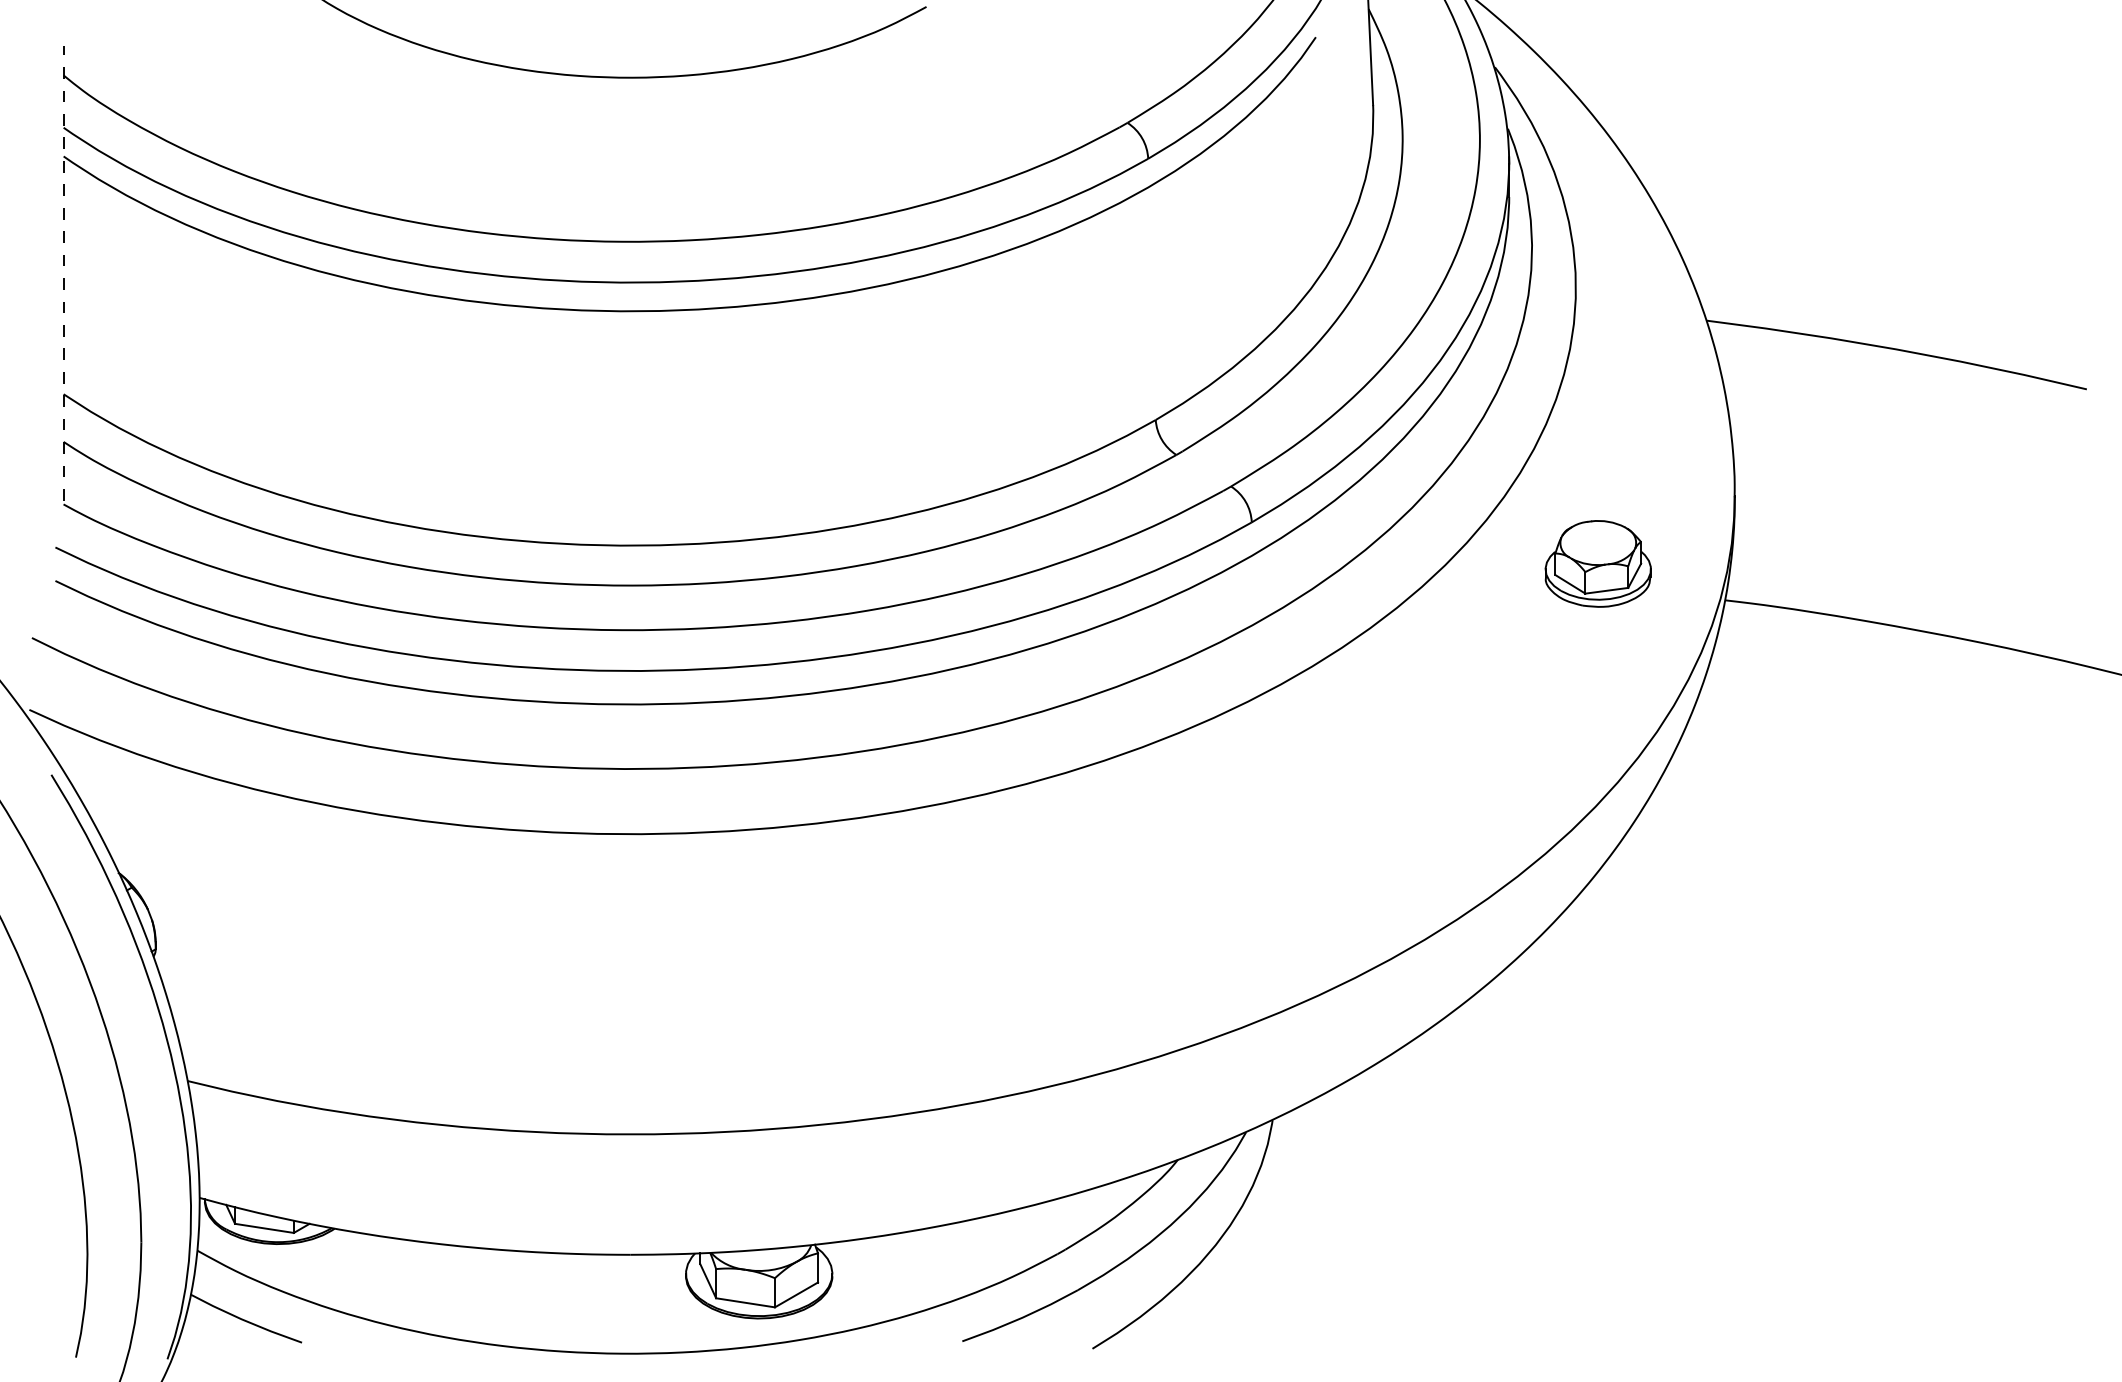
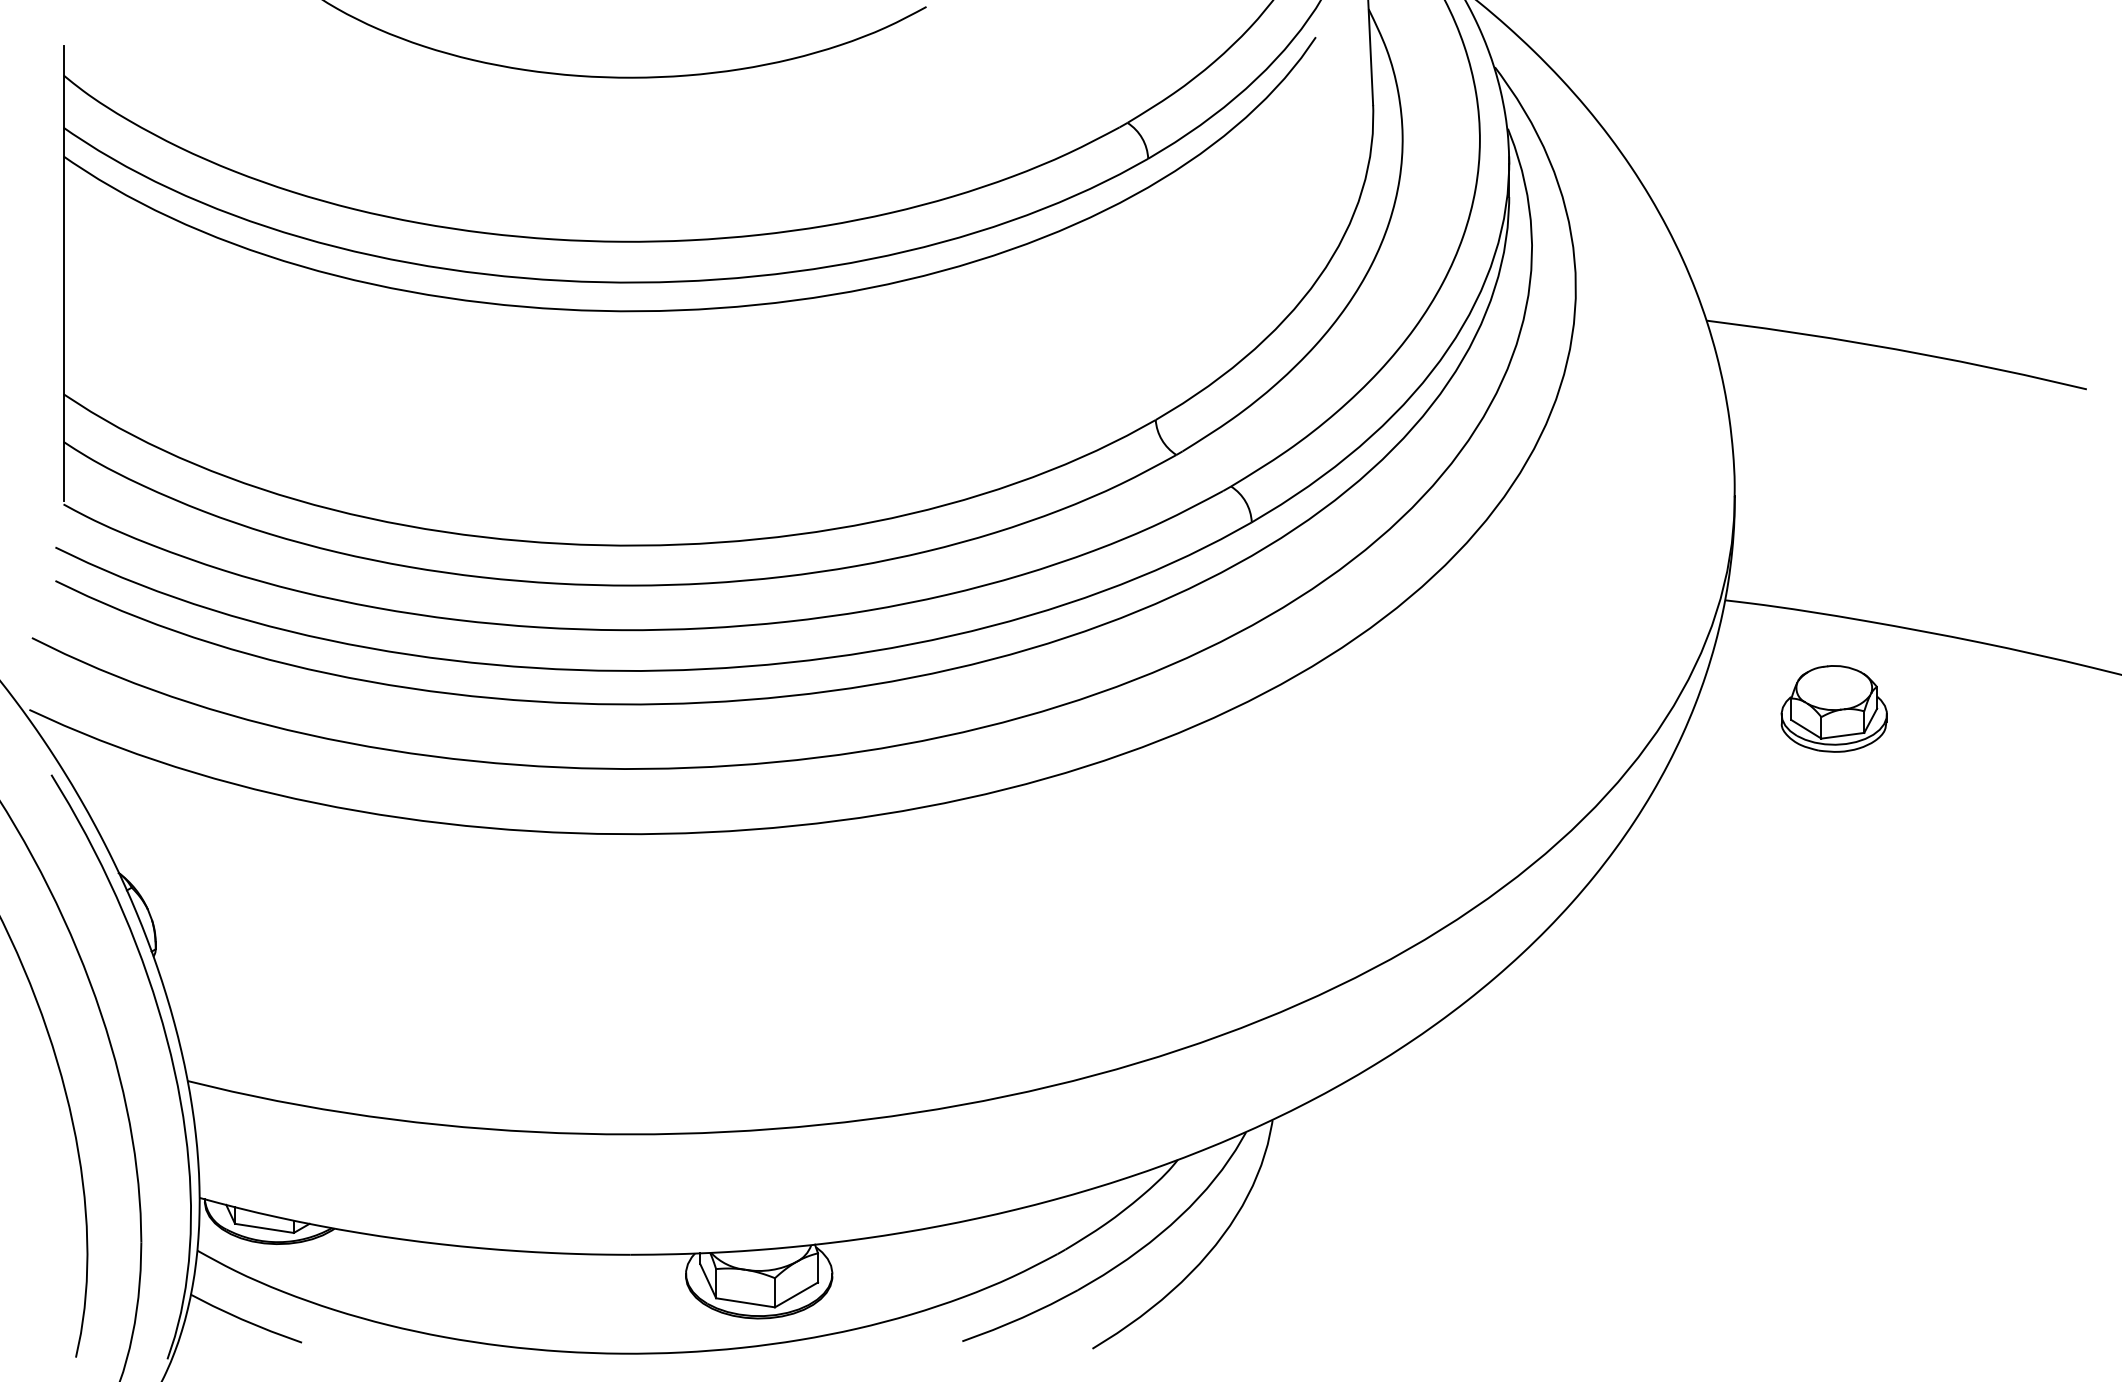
line at (63, 273): dashed -> solid
part at (1597, 563) position: (1597, 563) -> (1833, 708)
